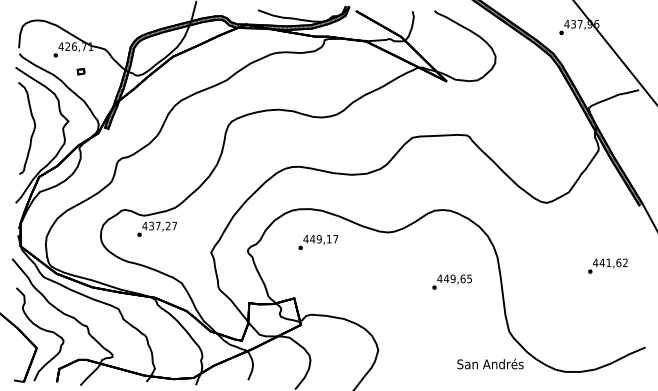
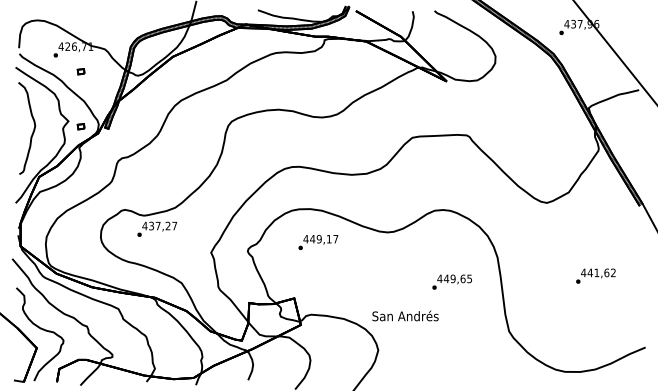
part at (80, 126): none -> present
text at (607, 265) position: (607, 265) -> (595, 275)
text at (490, 363) position: (490, 363) -> (405, 315)
